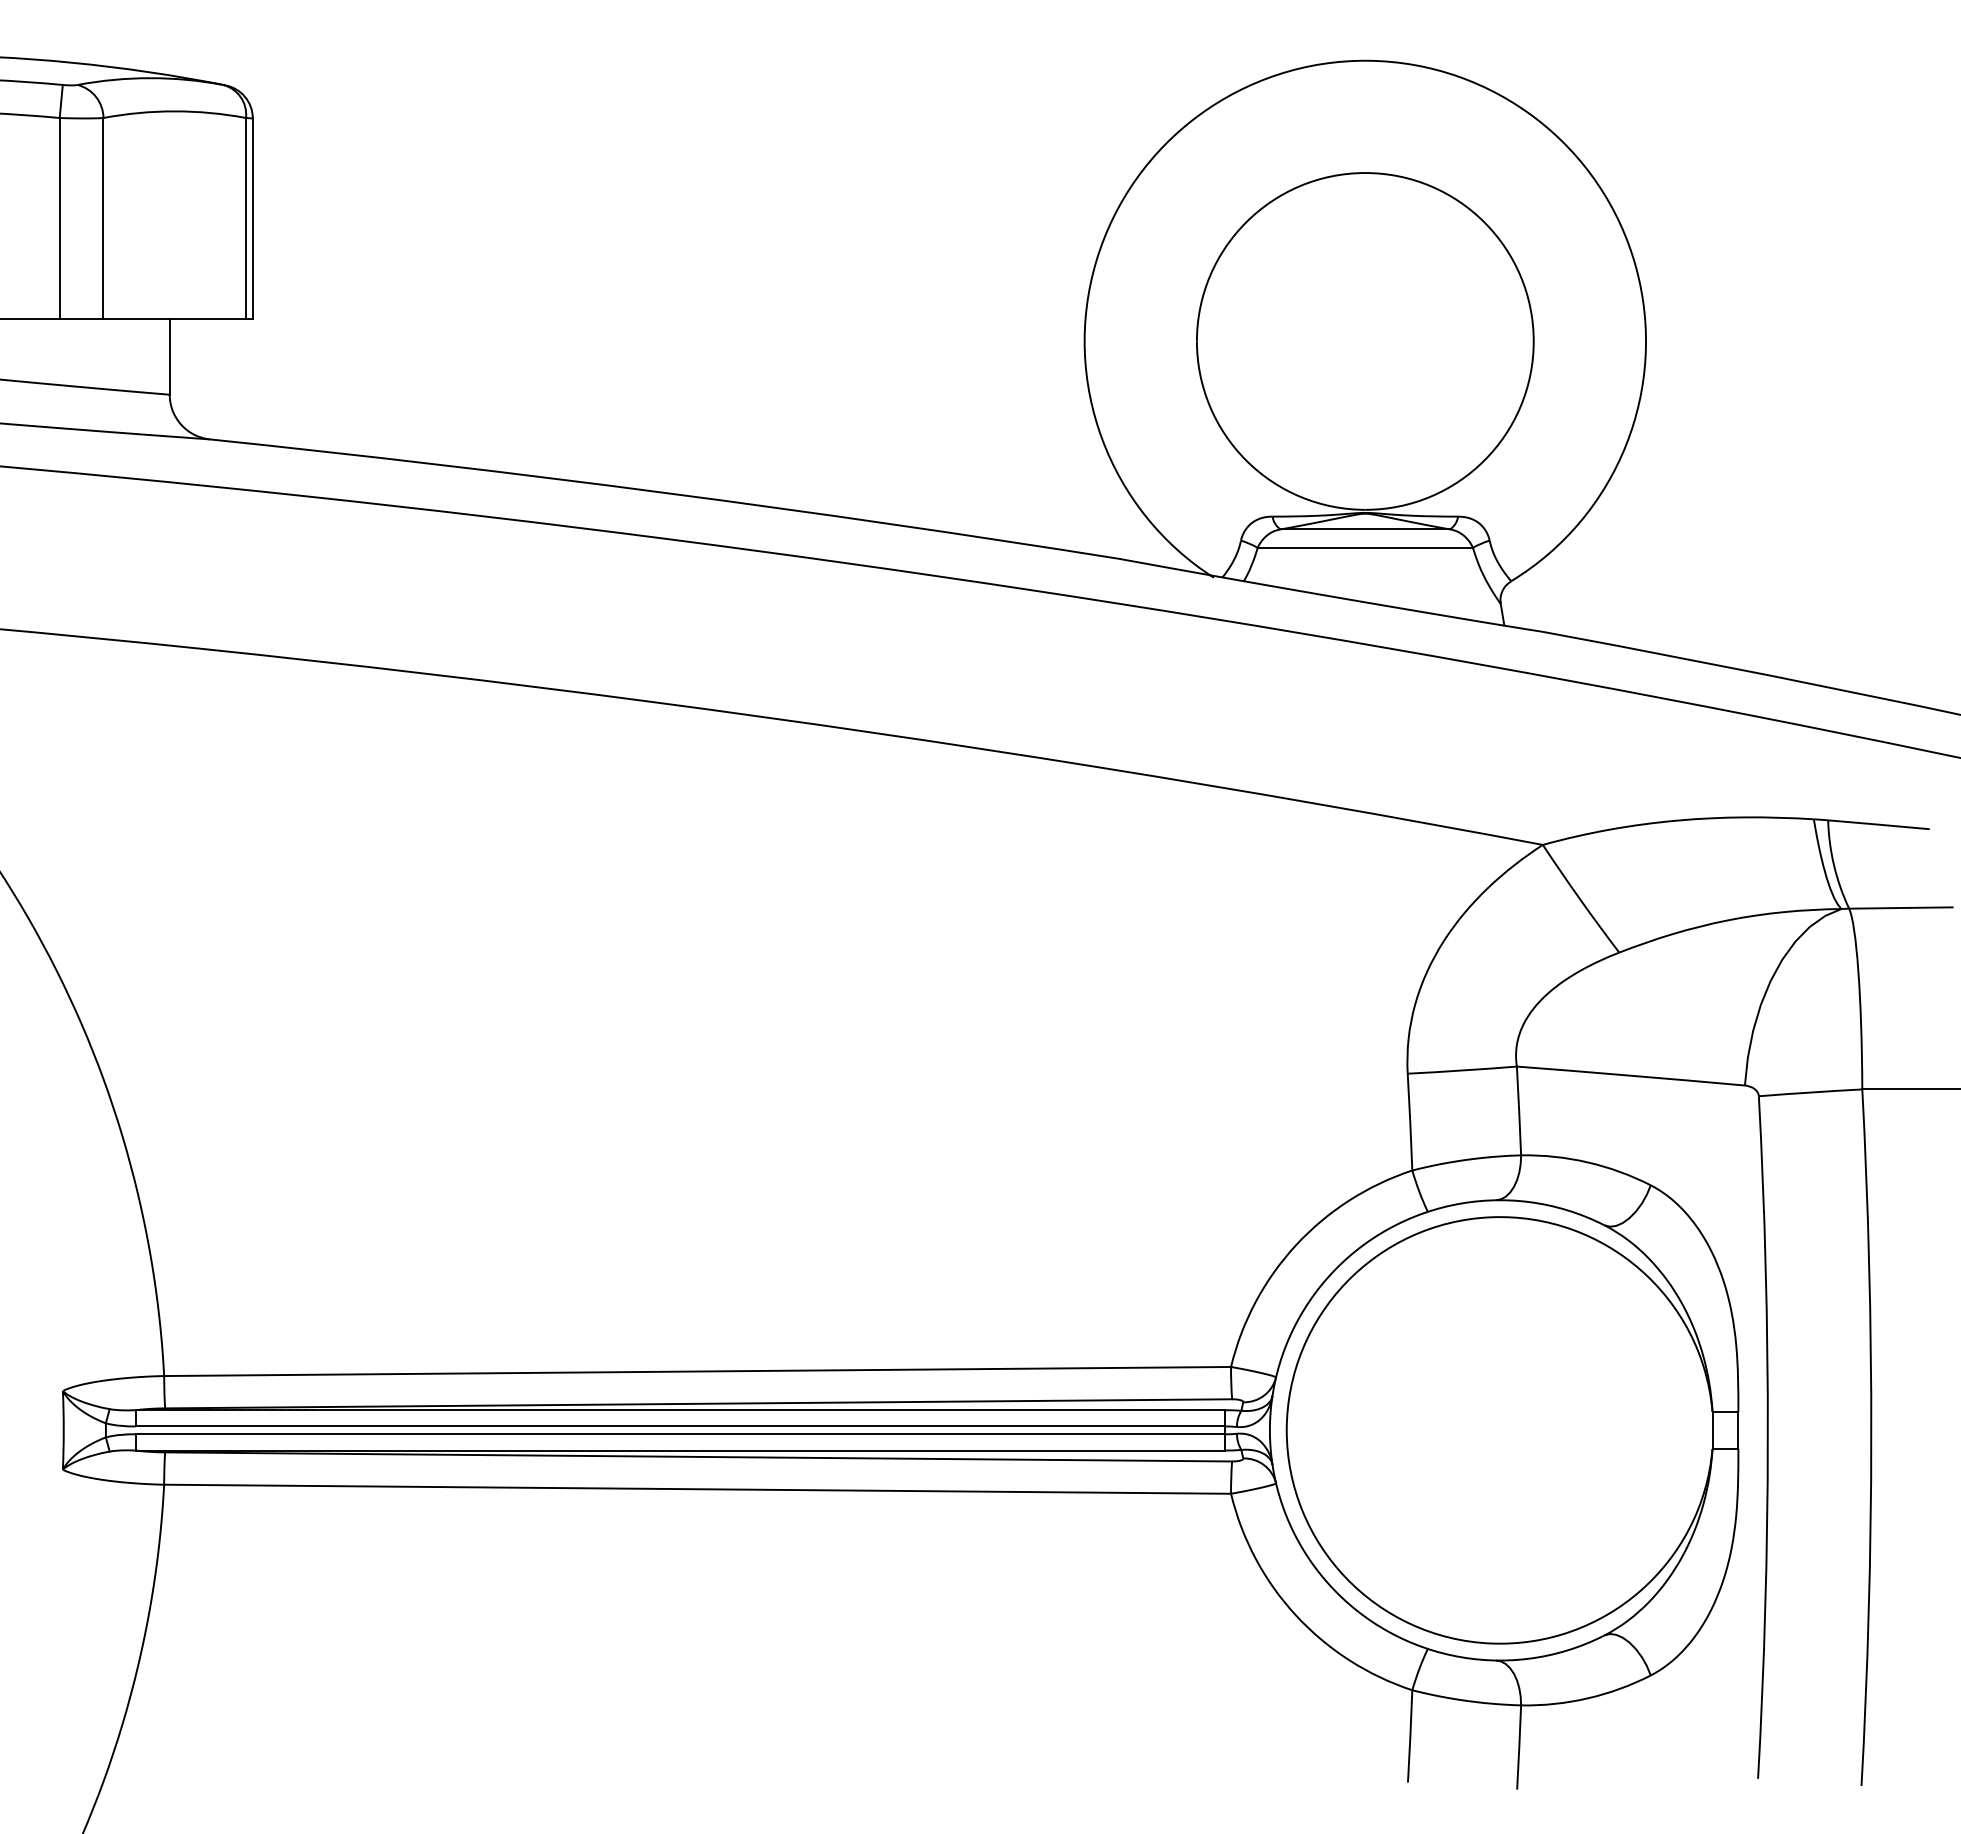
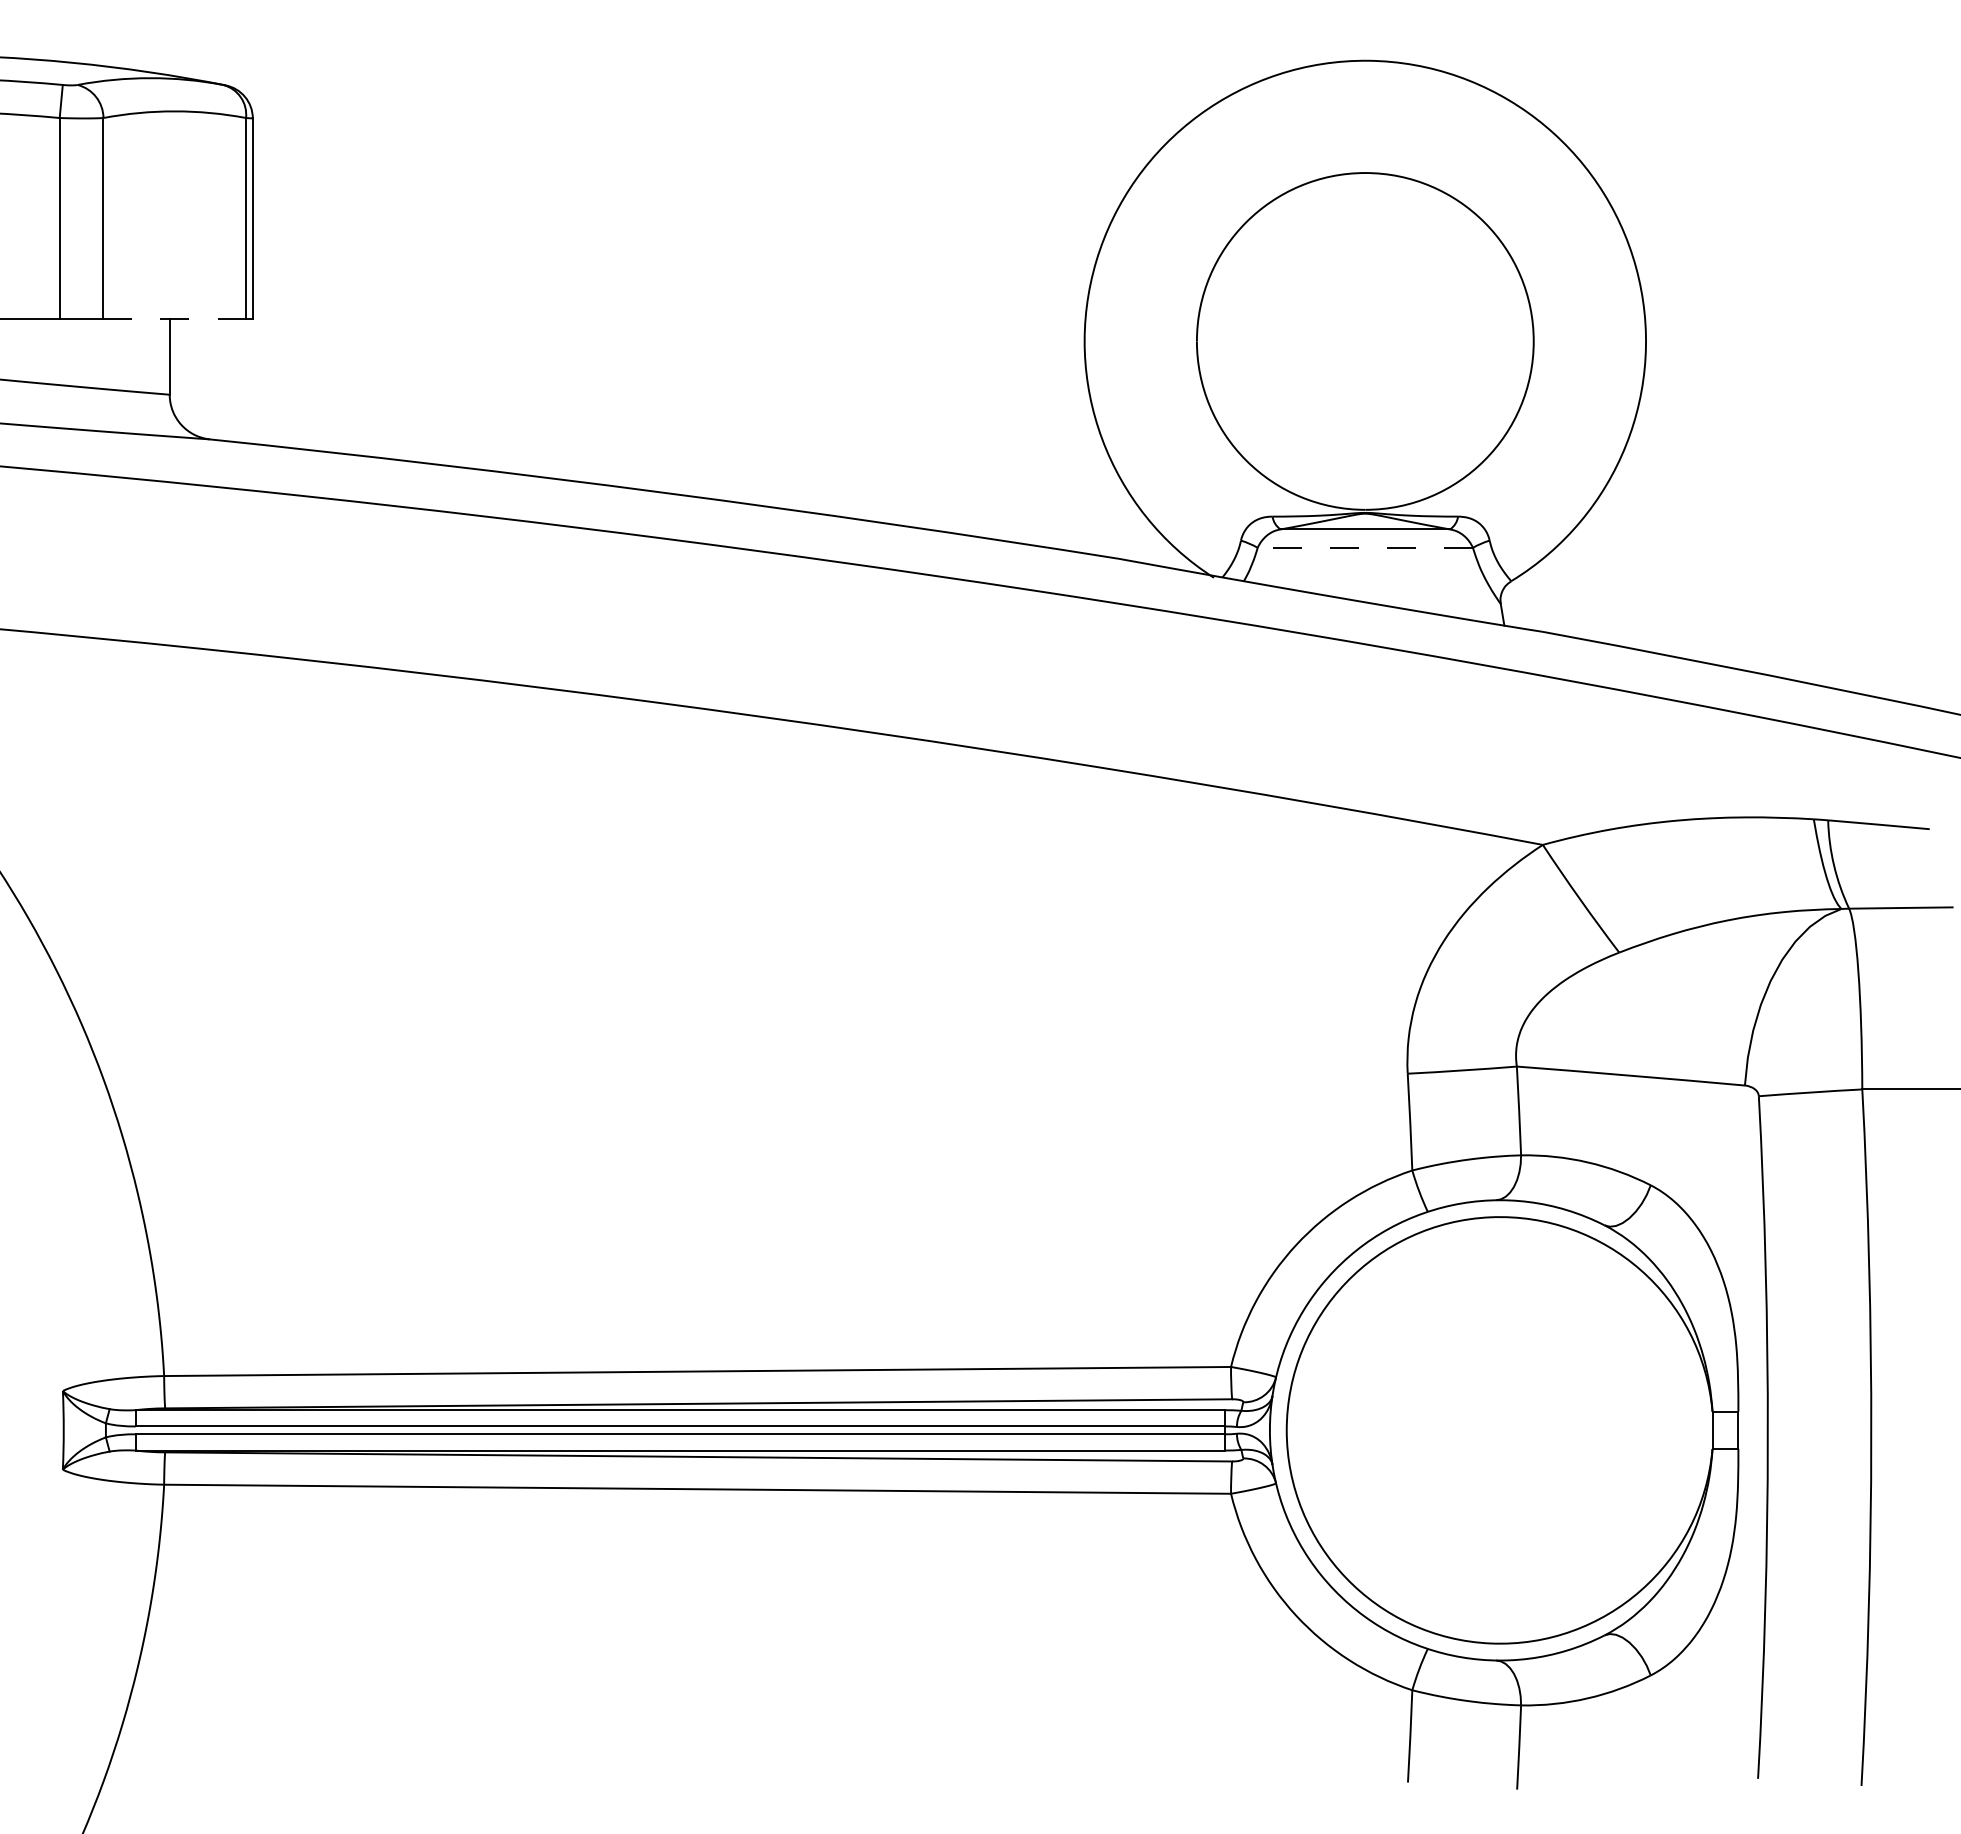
line at (175, 318): solid -> dashed
line at (1365, 547): solid -> dashed
